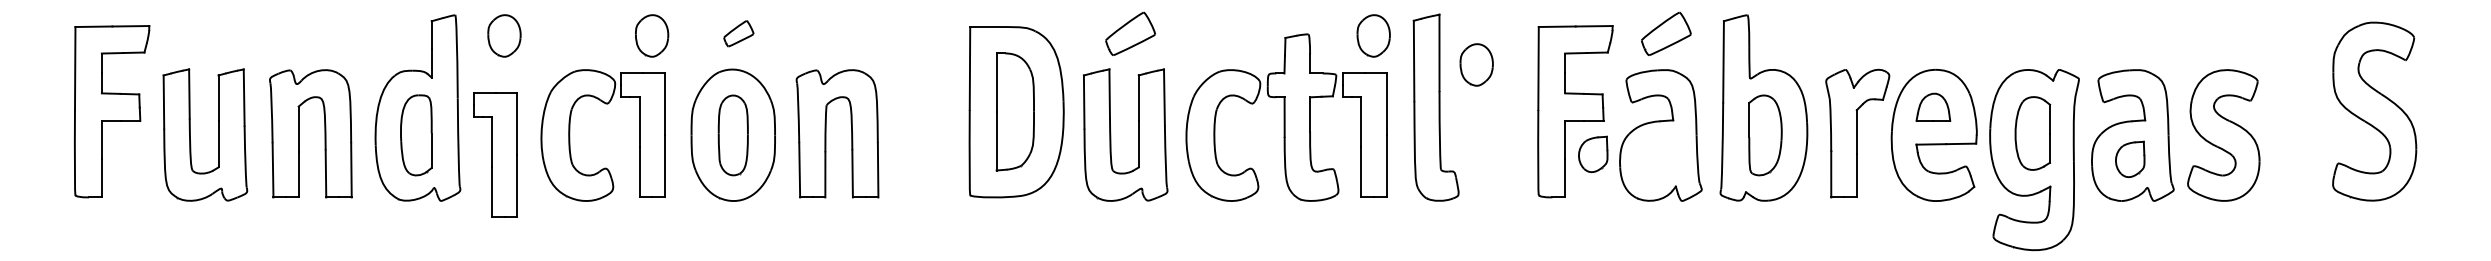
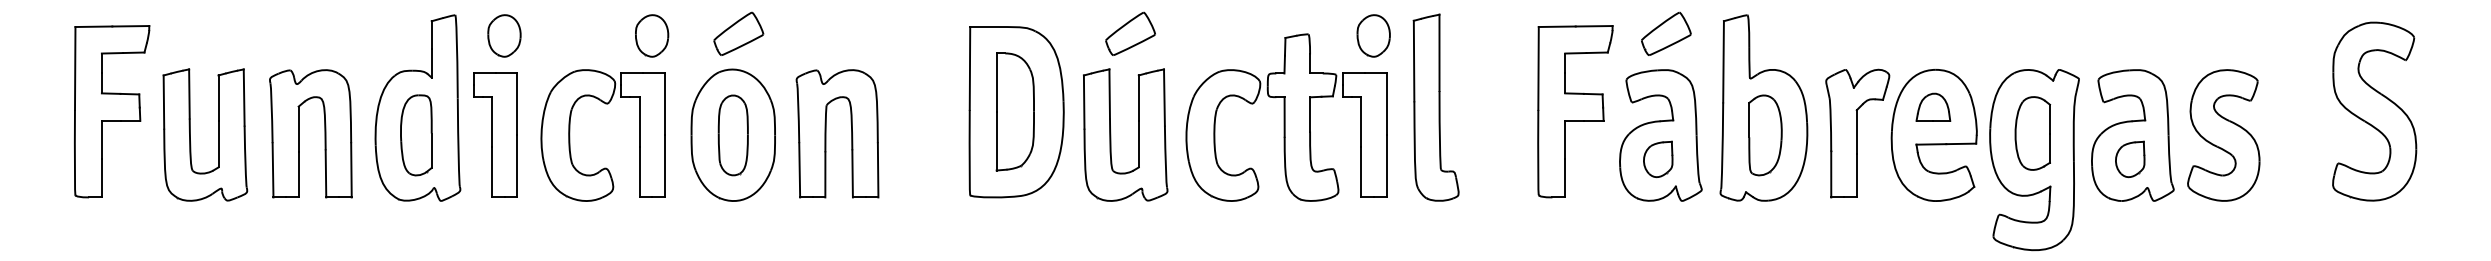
part at (738, 33) size: 32x28 px -> 52x45 px
part at (1476, 64): present -> none
part at (495, 154) position: (495, 154) -> (495, 134)
part at (1593, 154) position: (1593, 154) -> (1658, 159)
